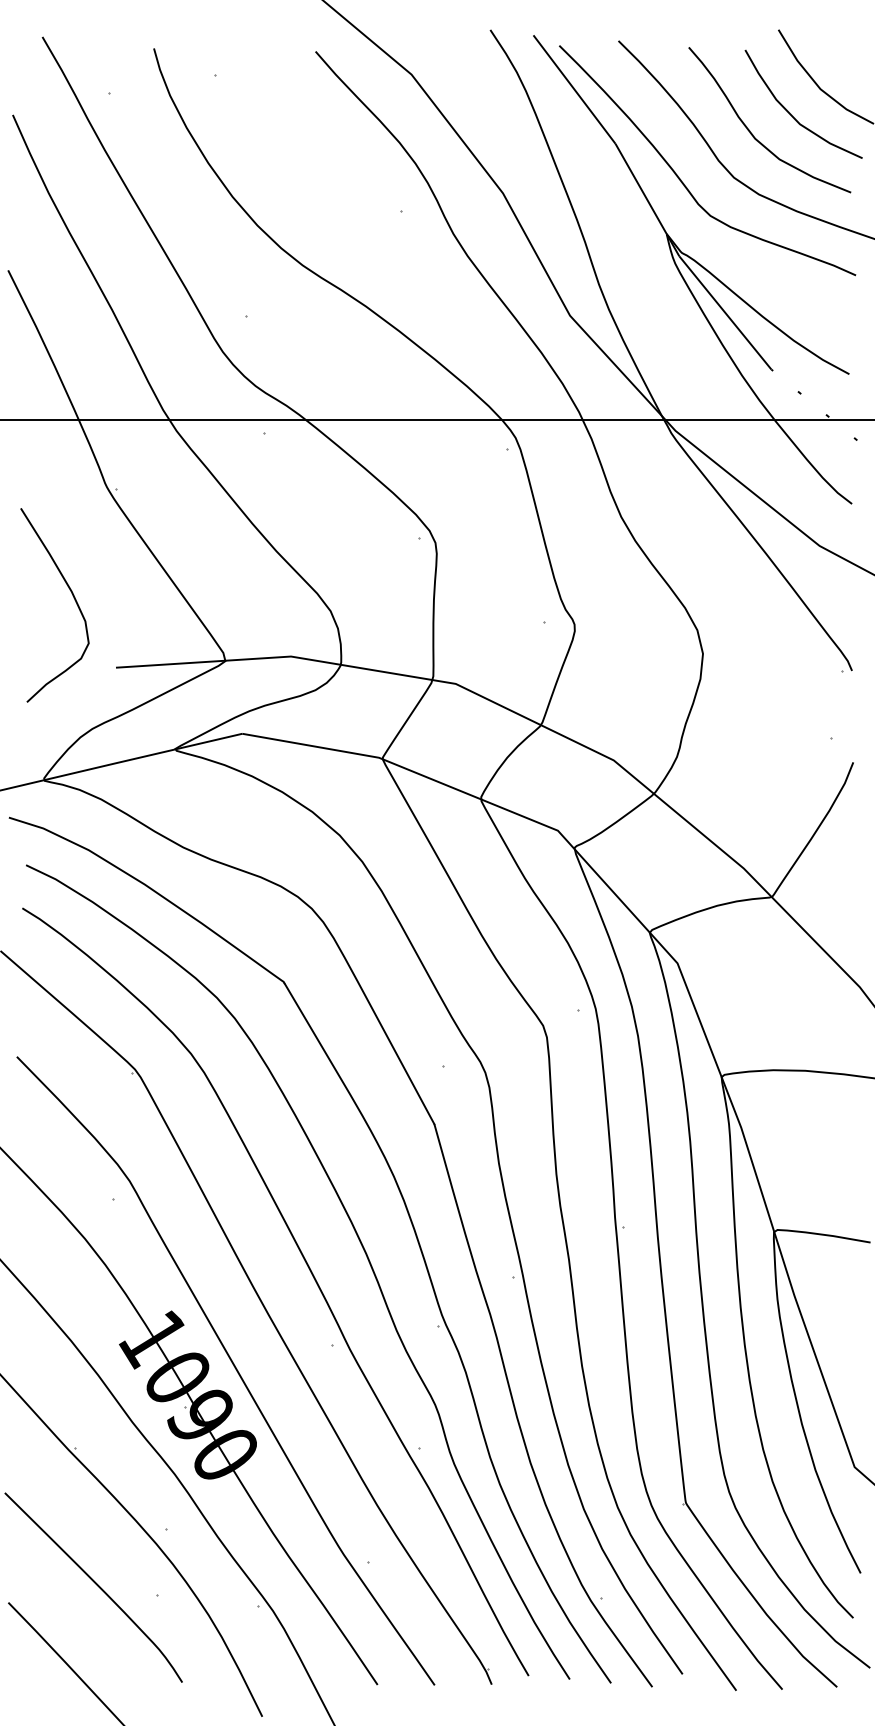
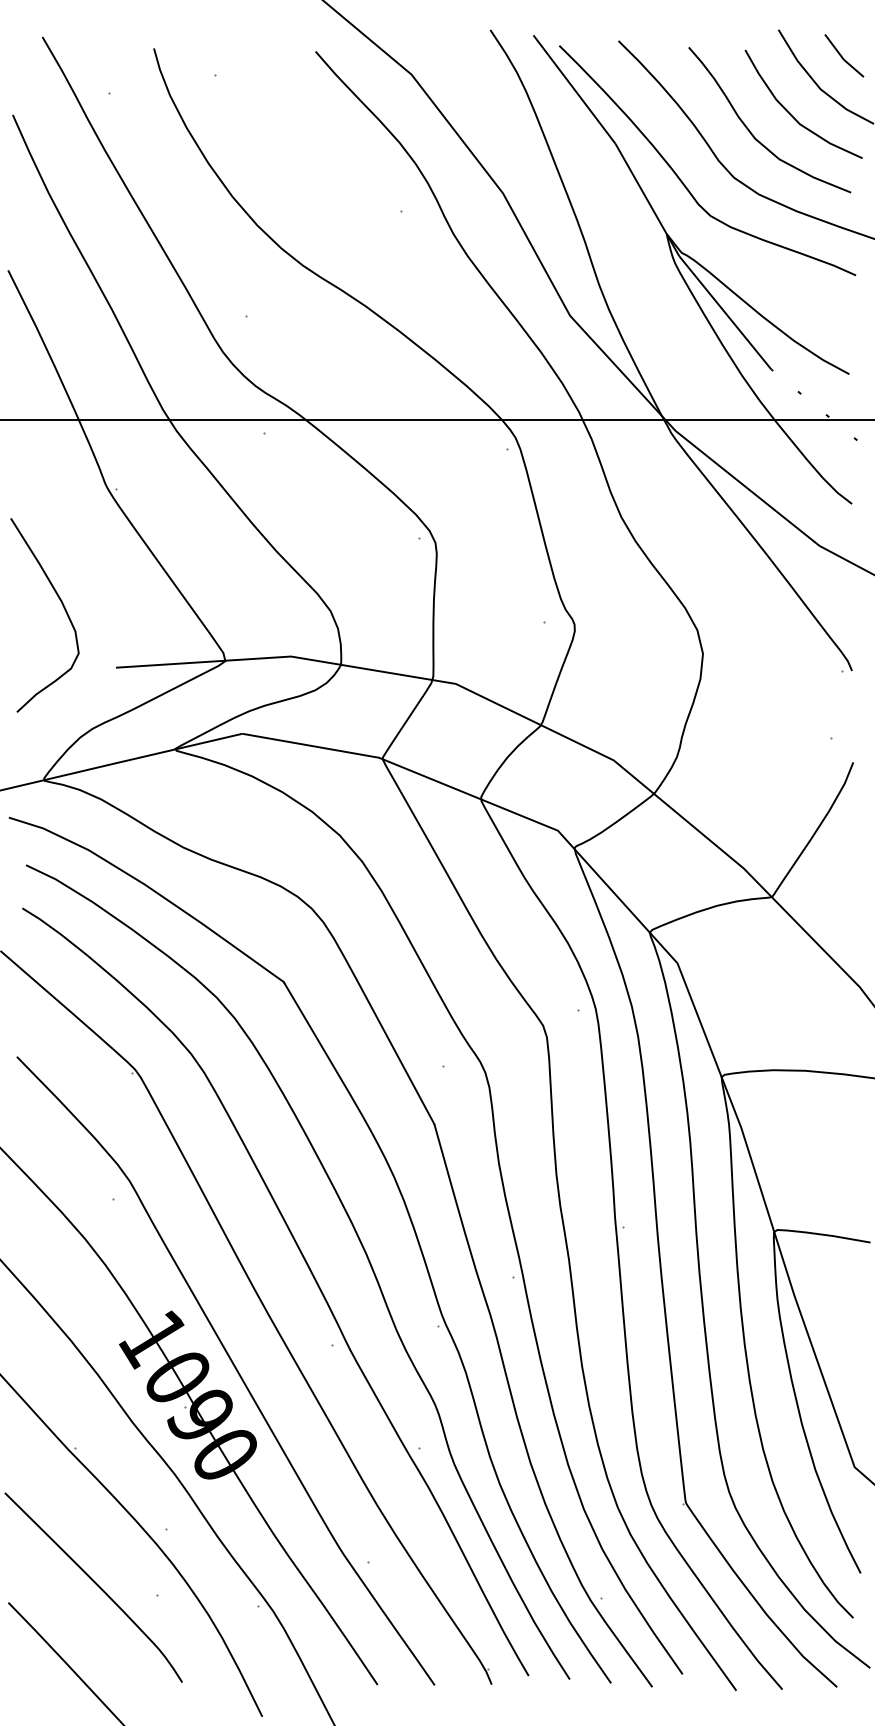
line at (842, 56): none -> present
curve at (72, 596) position: (72, 596) -> (62, 606)
